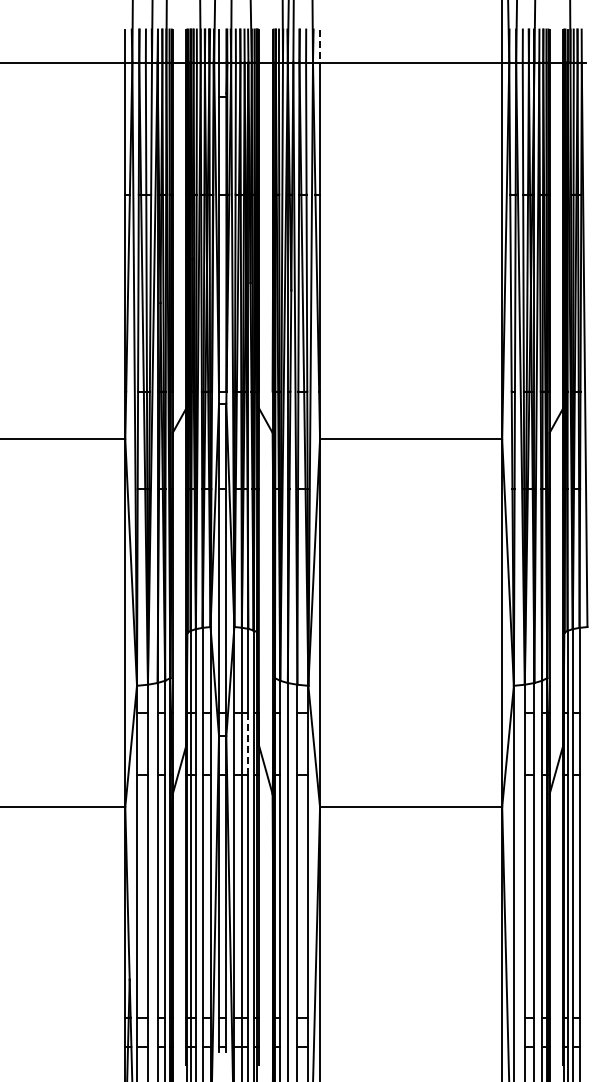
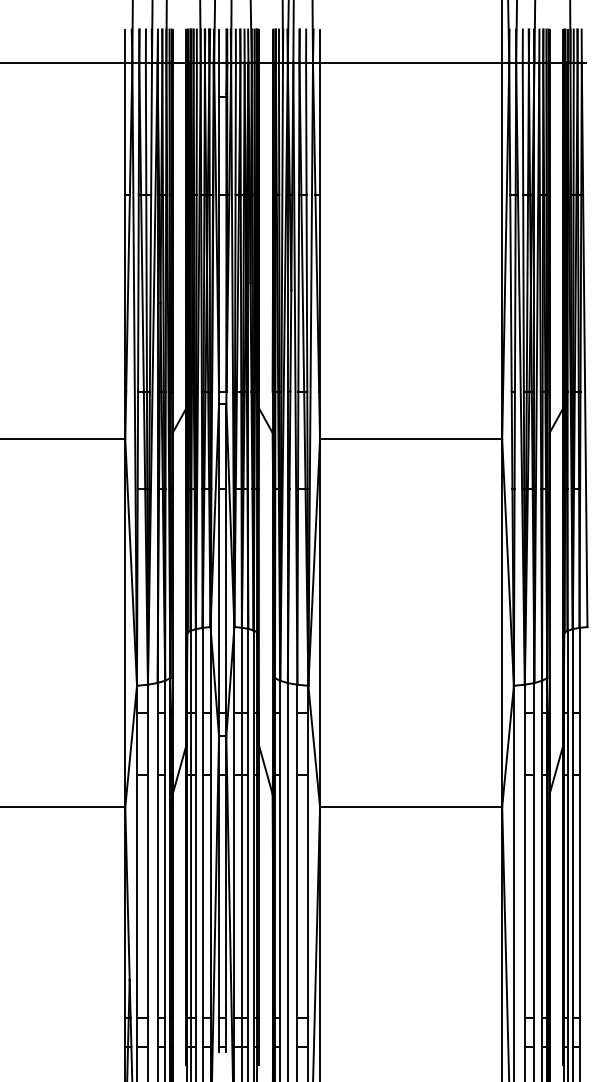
line at (320, 46): dashed -> solid
line at (248, 744): dashed -> solid
